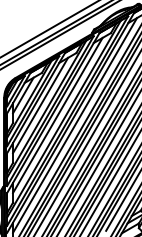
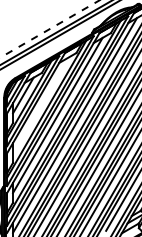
line at (49, 29): solid -> dashed
line at (40, 105): present -> none
